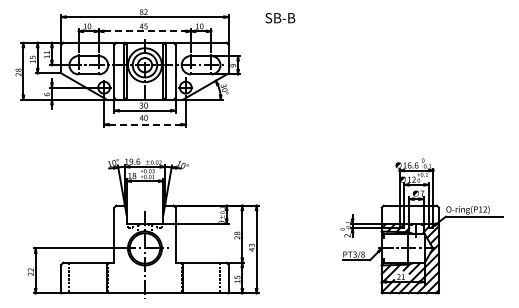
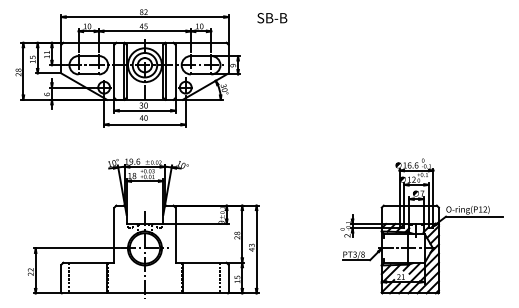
text at (280, 18) position: (280, 18) -> (272, 18)
line at (145, 31): dashed -> solid
line at (145, 124): dashed -> solid
